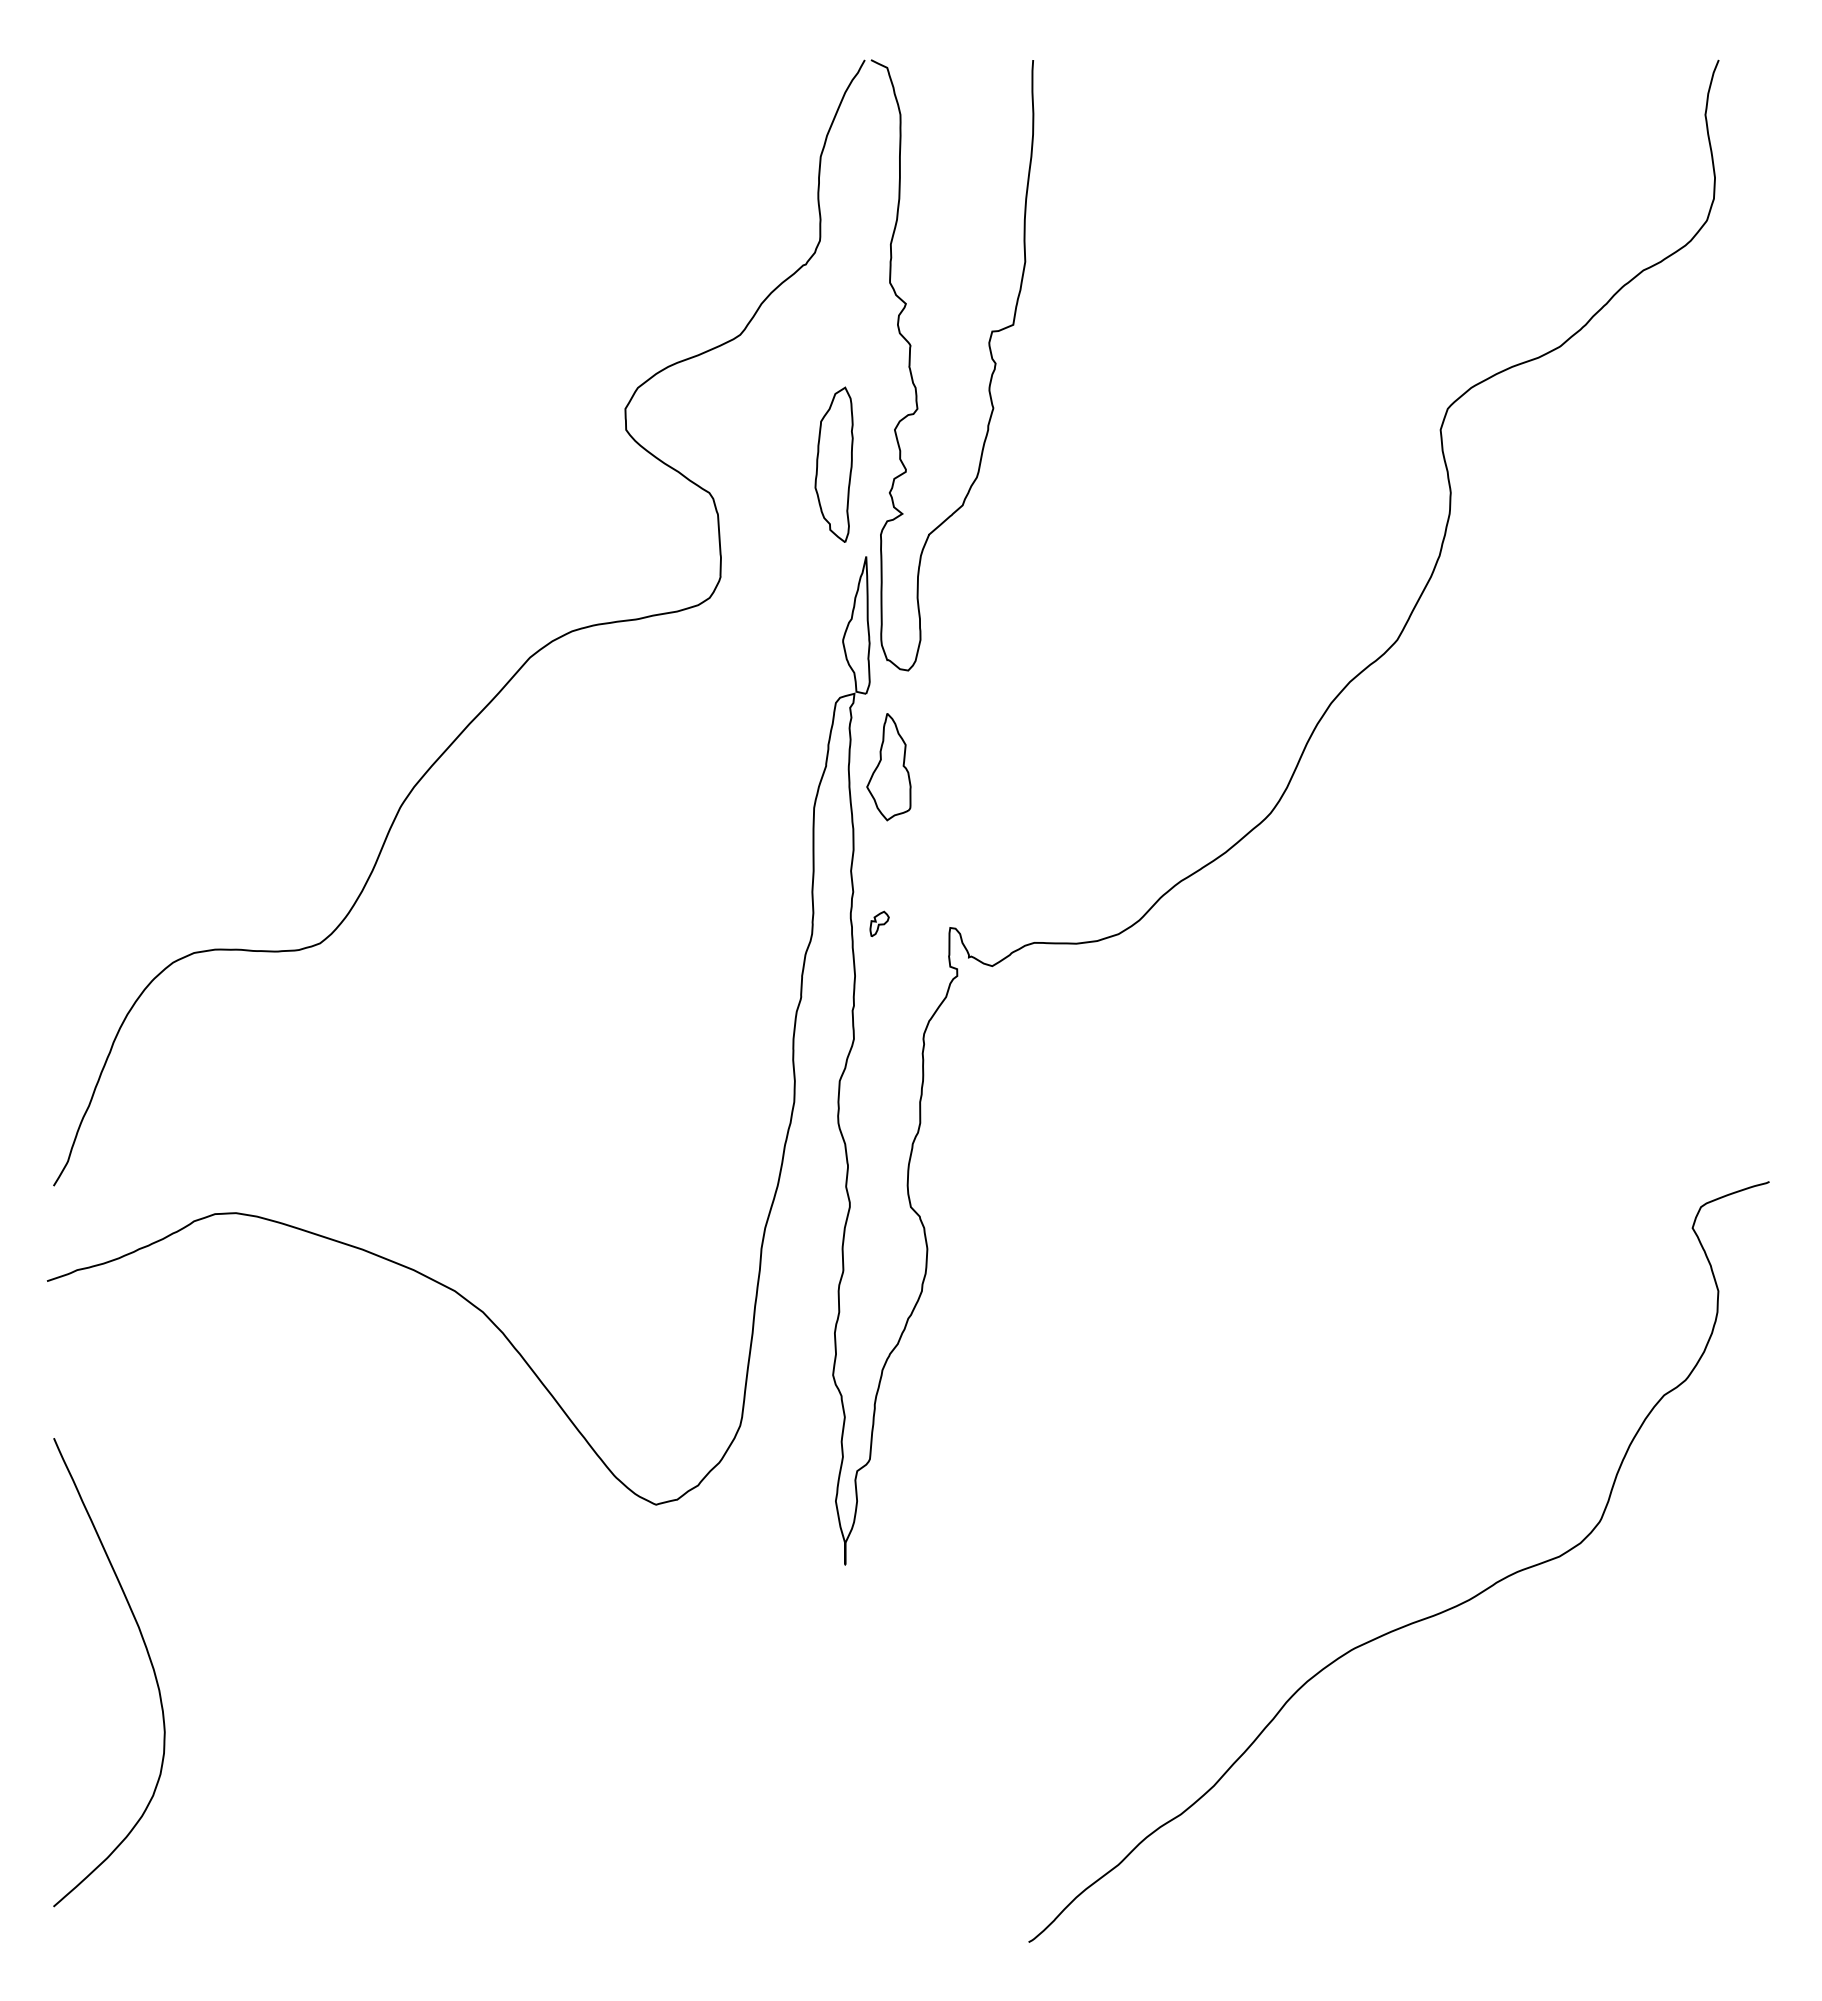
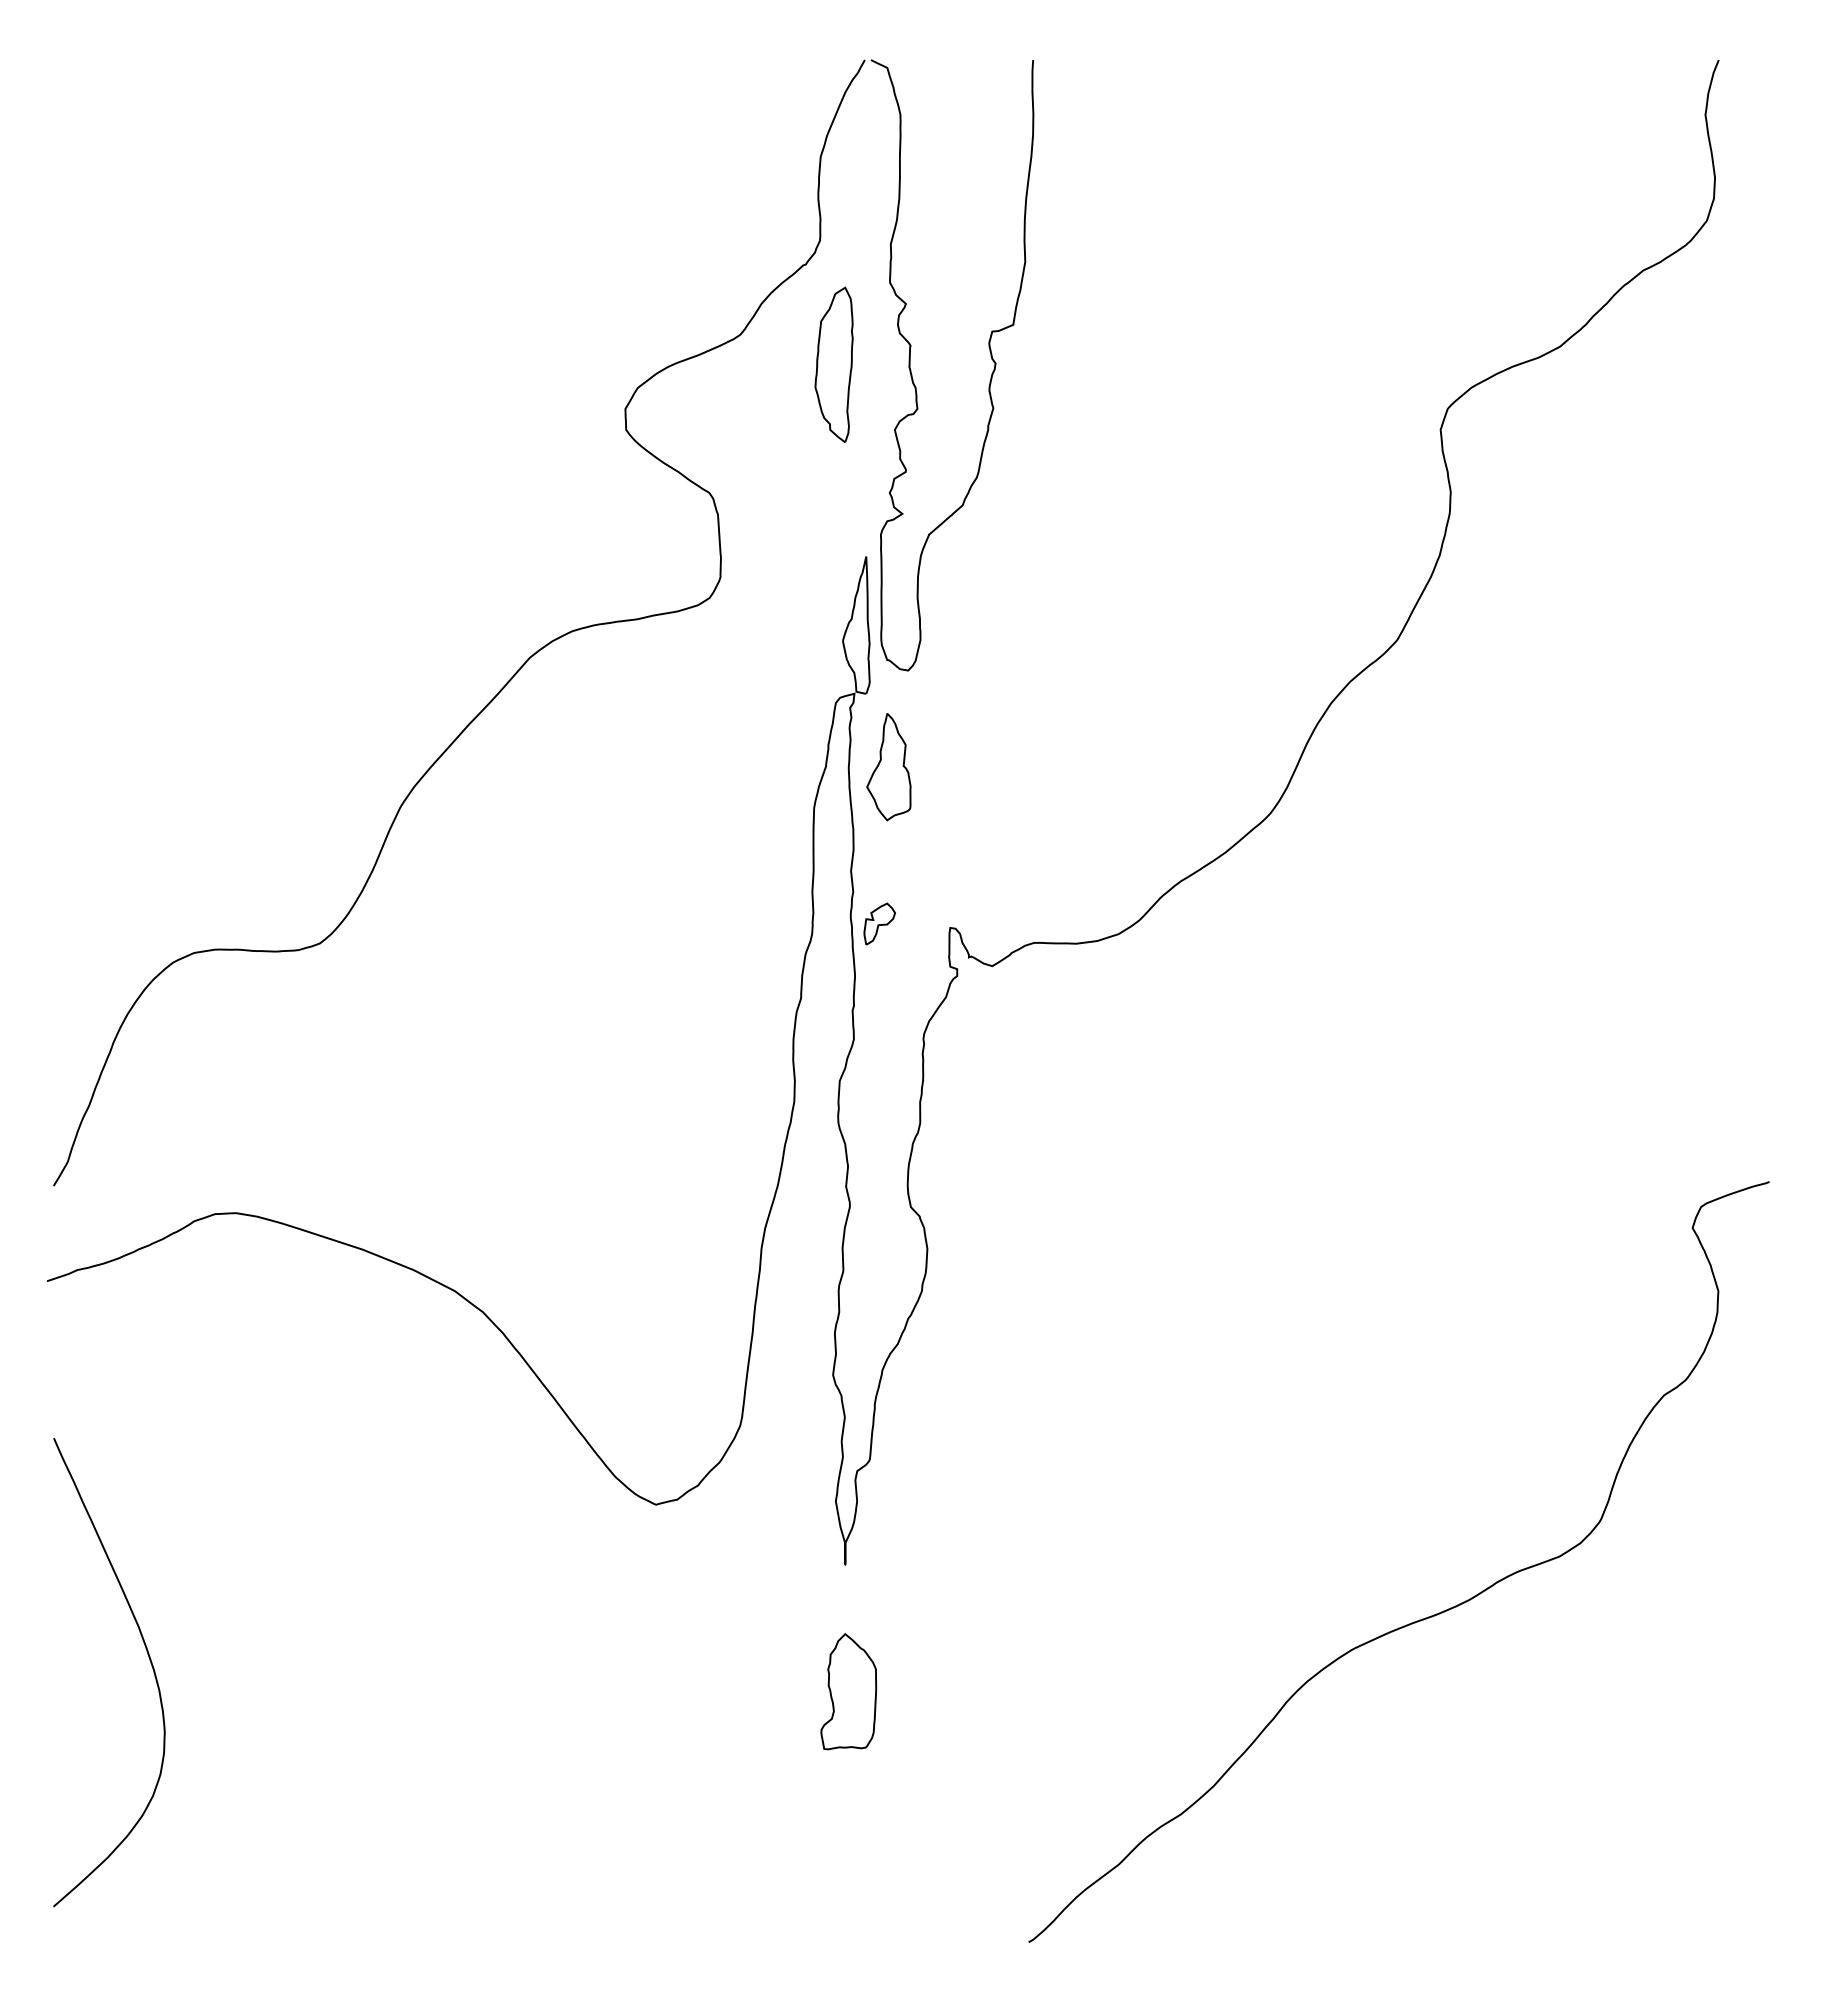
part at (833, 464) position: (833, 464) -> (833, 364)
part at (879, 923) size: 21x27 px -> 33x44 px
part at (848, 1691): none -> present
